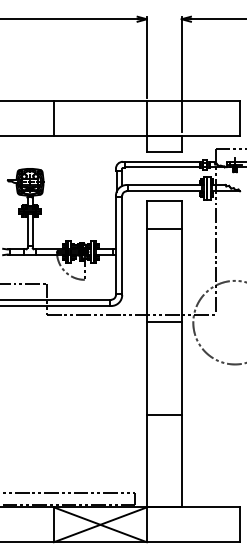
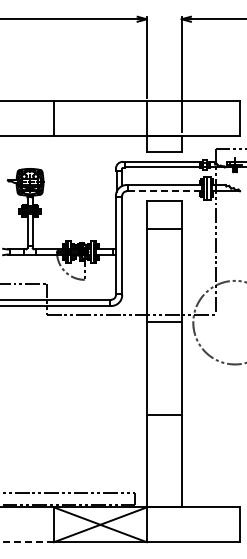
line at (165, 191): solid -> dashed
line at (27, 542): solid -> dashed
